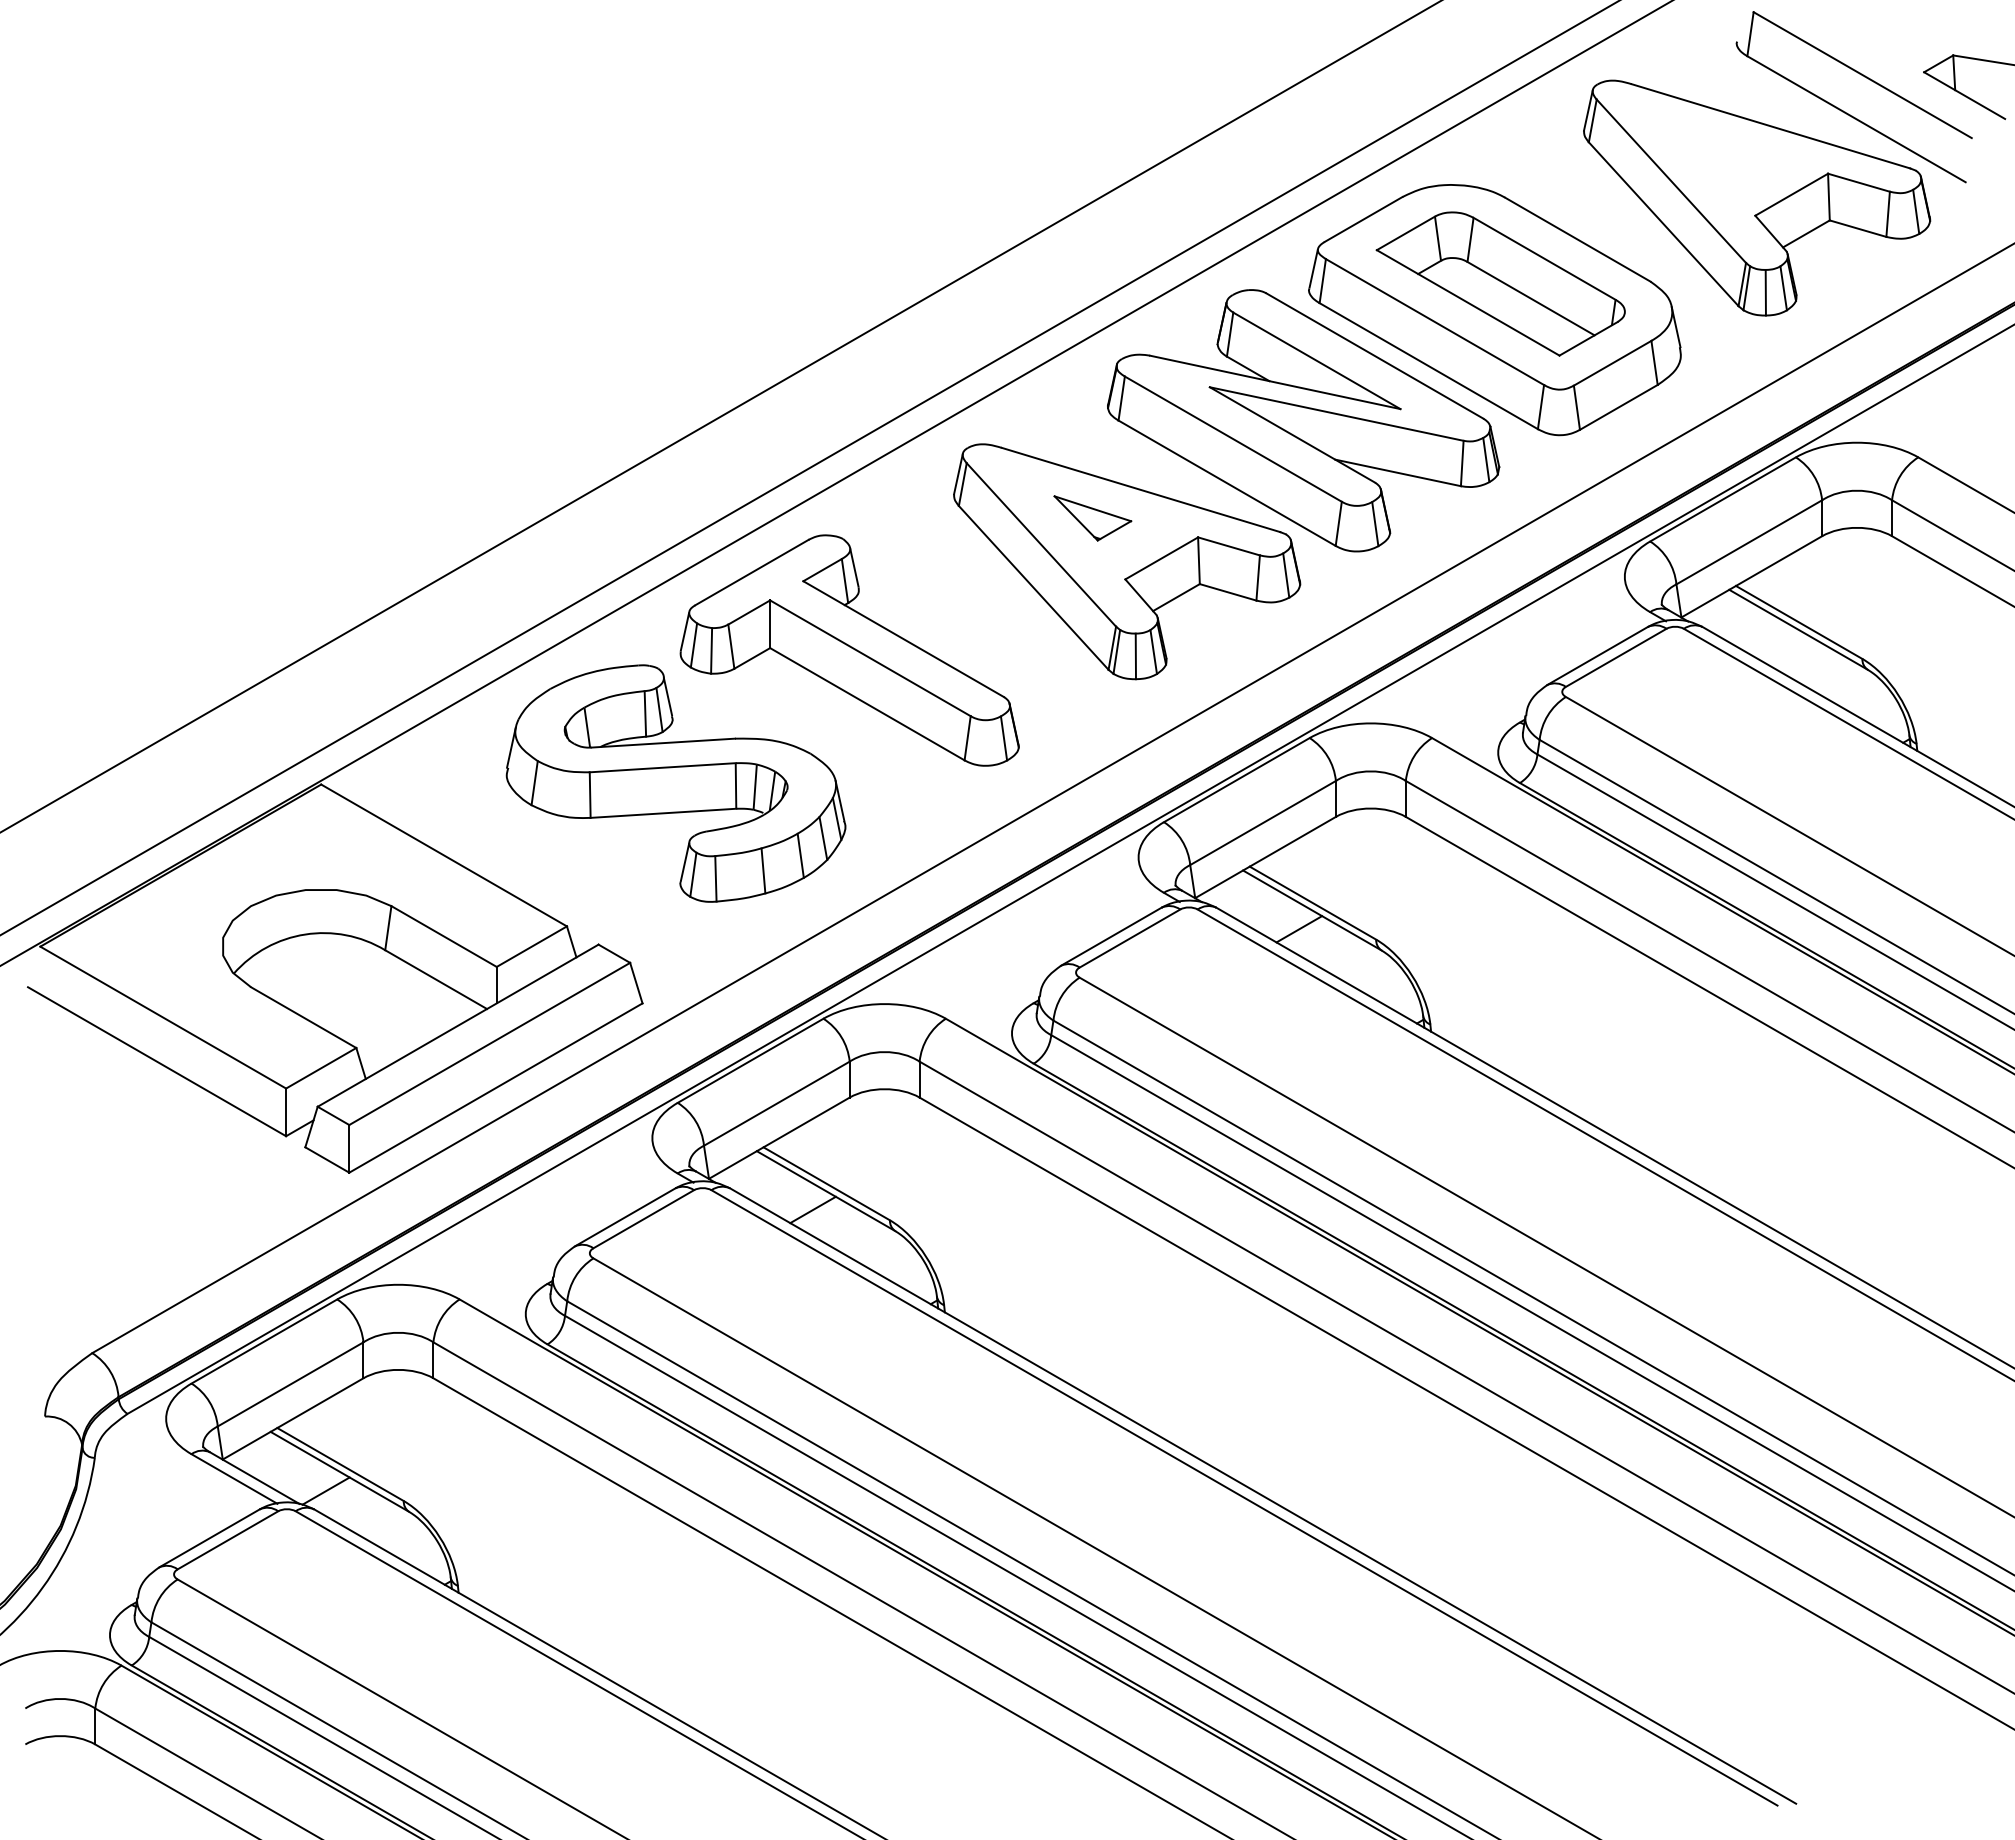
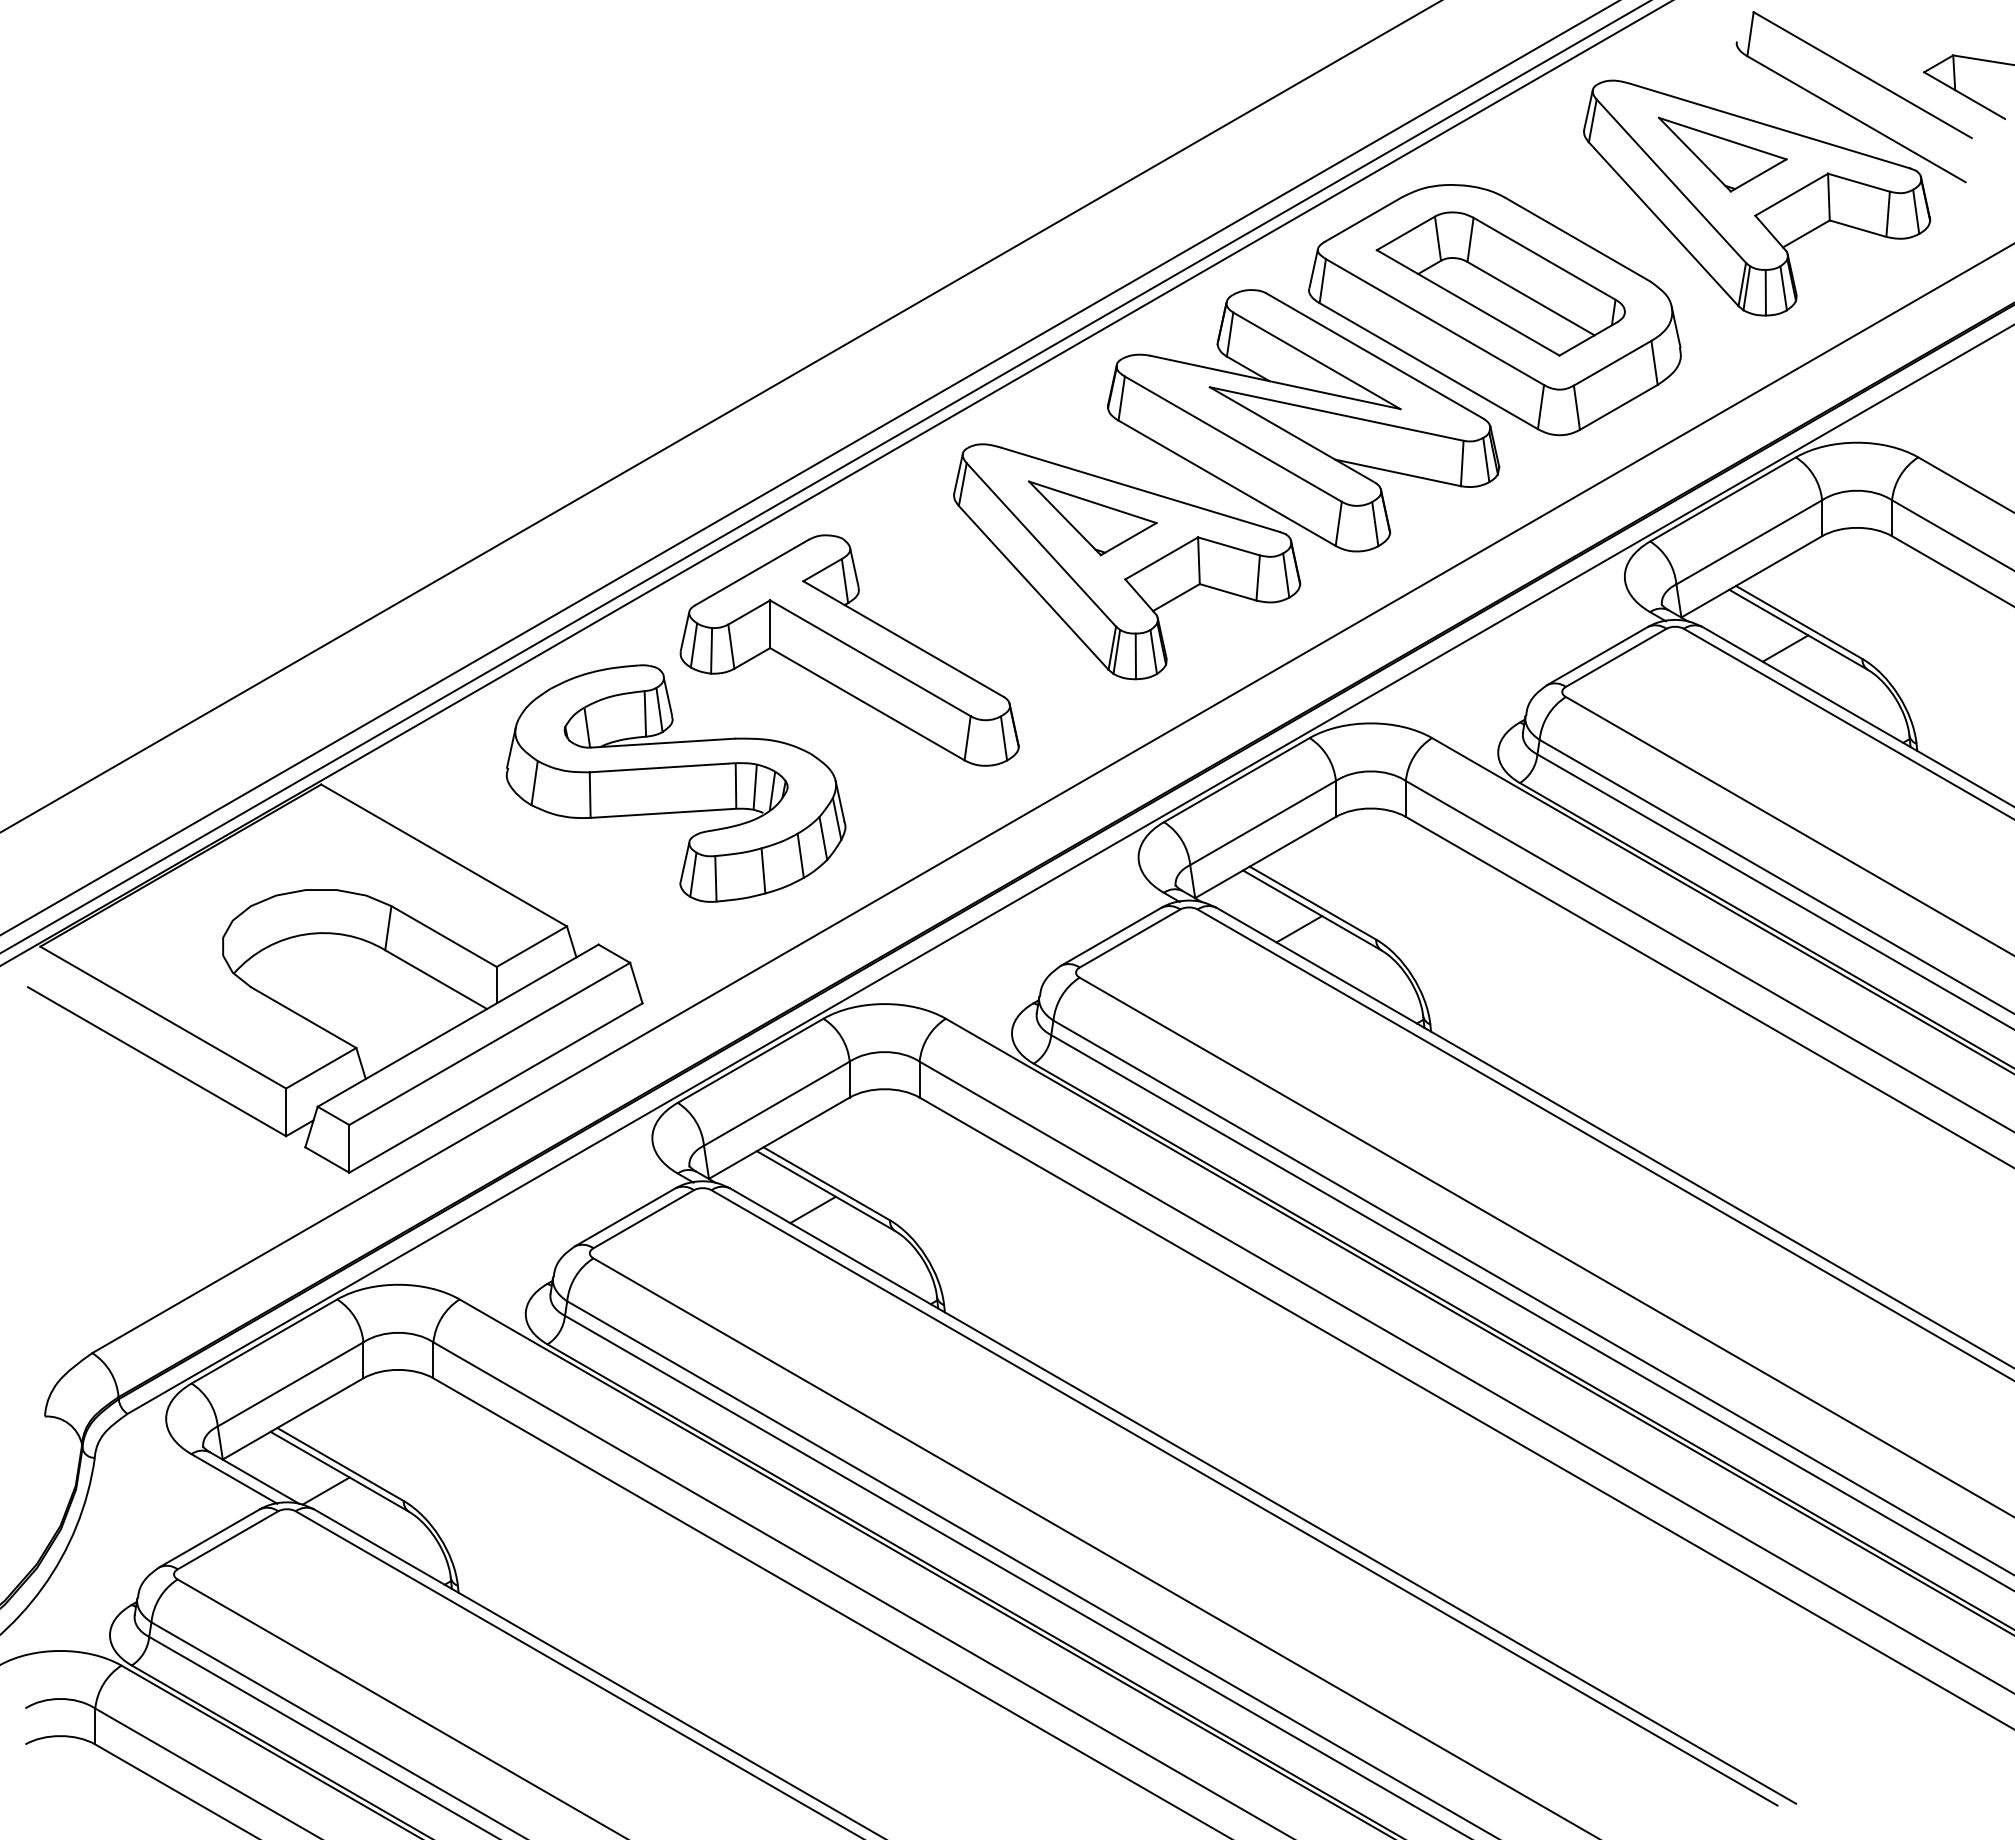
part at (1722, 154): none -> present
line at (825, 477): none -> present
part at (1092, 518) size: 80x47 px -> 130x77 px
line at (1785, 648): none -> present
